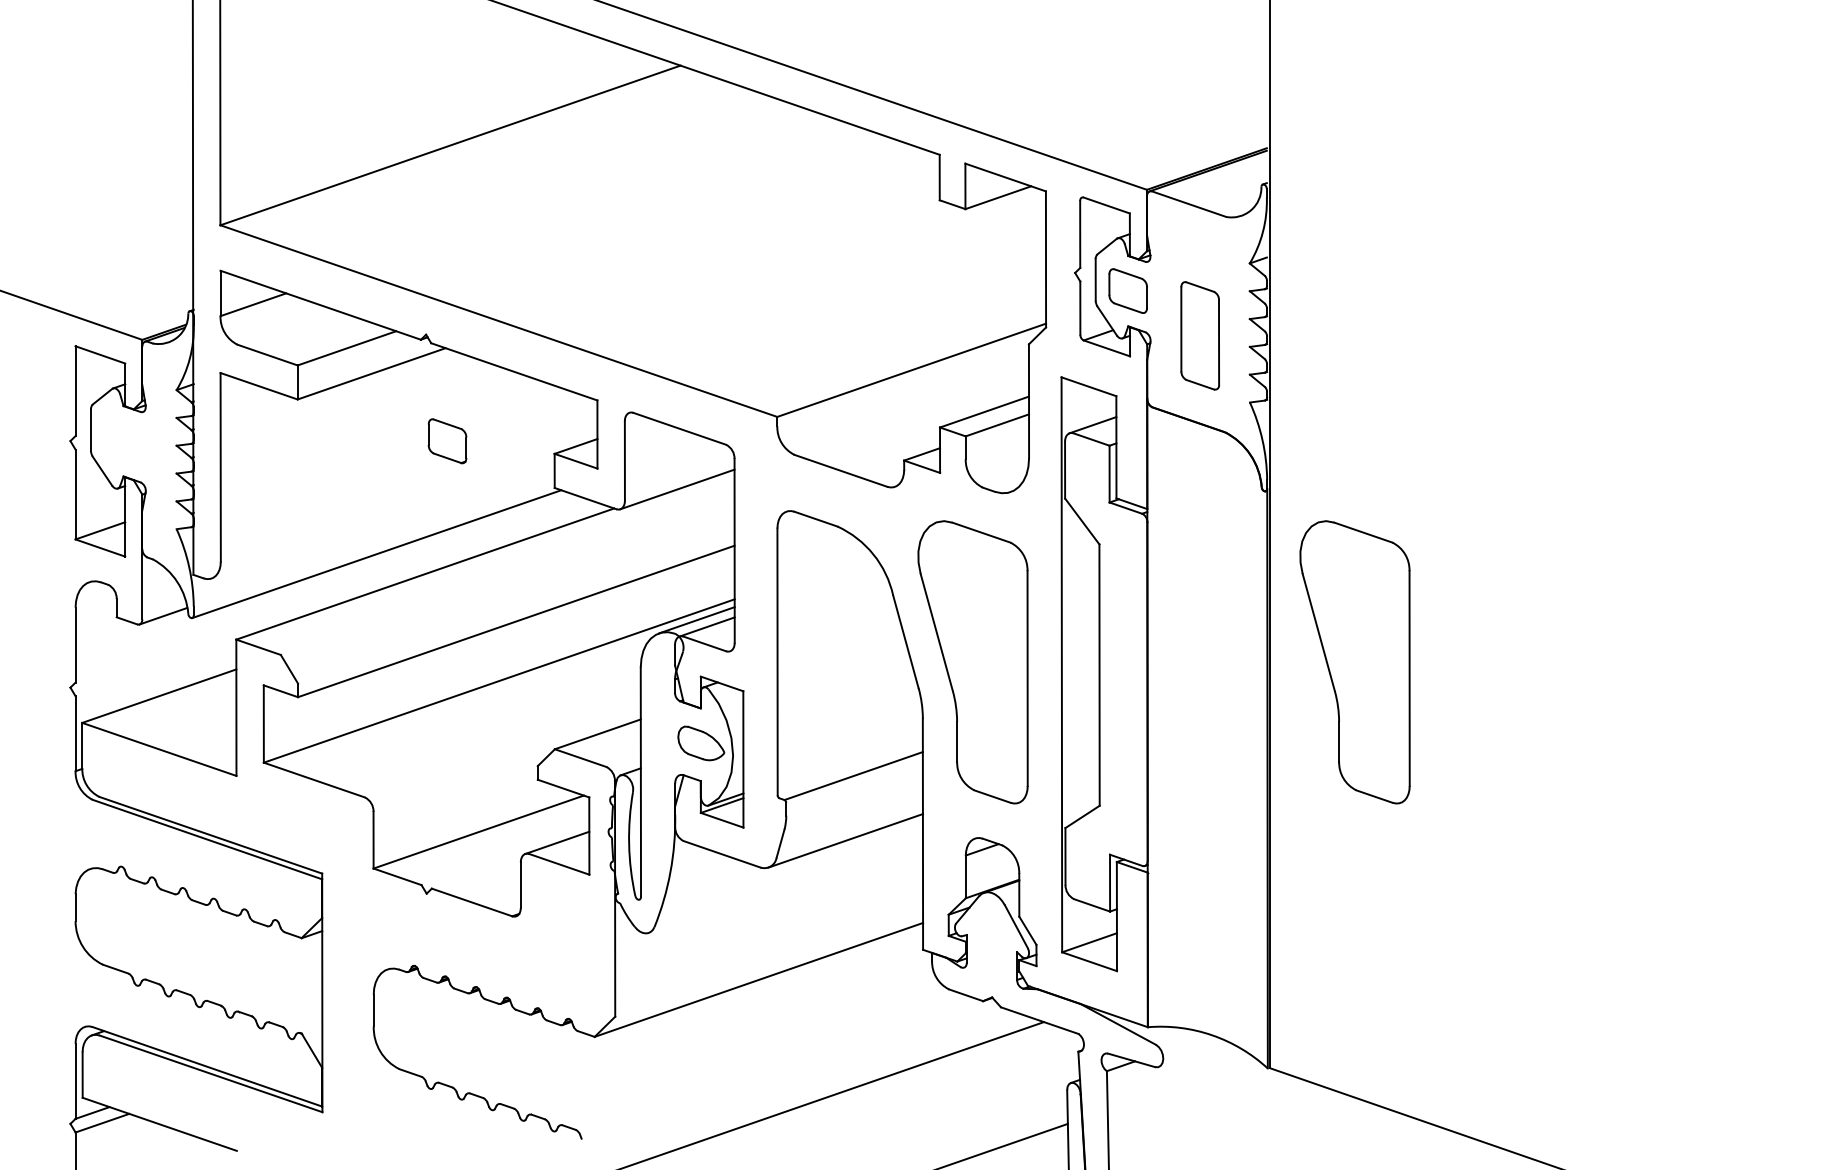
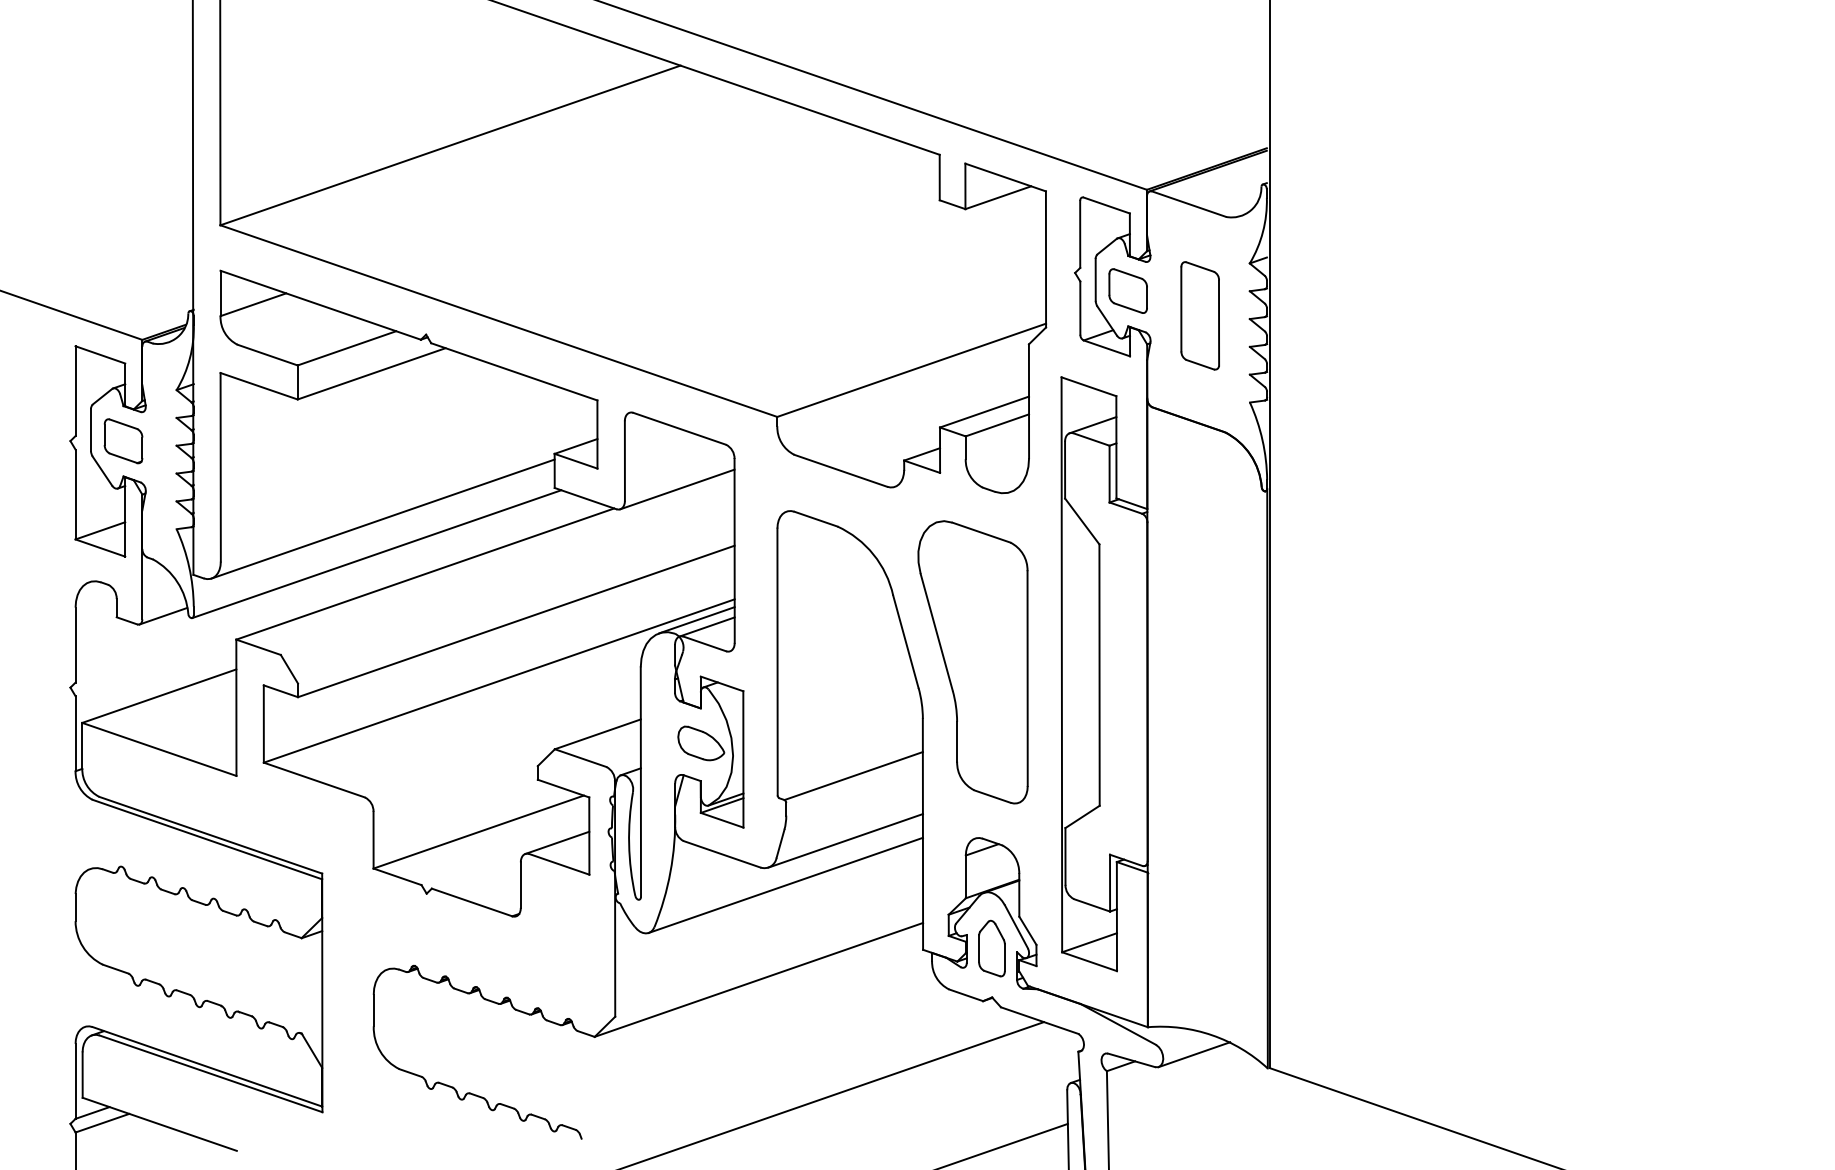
part at (1199, 335) position: (1199, 335) -> (1199, 315)
part at (447, 441) position: (447, 441) -> (123, 441)
line at (382, 518): none -> present
part at (1354, 662): present -> none
line at (785, 884): none -> present
part at (991, 948): none -> present
line at (1194, 1054): none -> present
